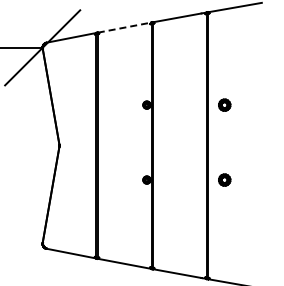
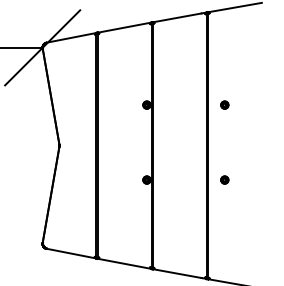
line at (125, 27): dashed -> solid
part at (224, 104) size: 14x14 px -> 10x10 px
part at (224, 179) size: 14x14 px -> 10x10 px
